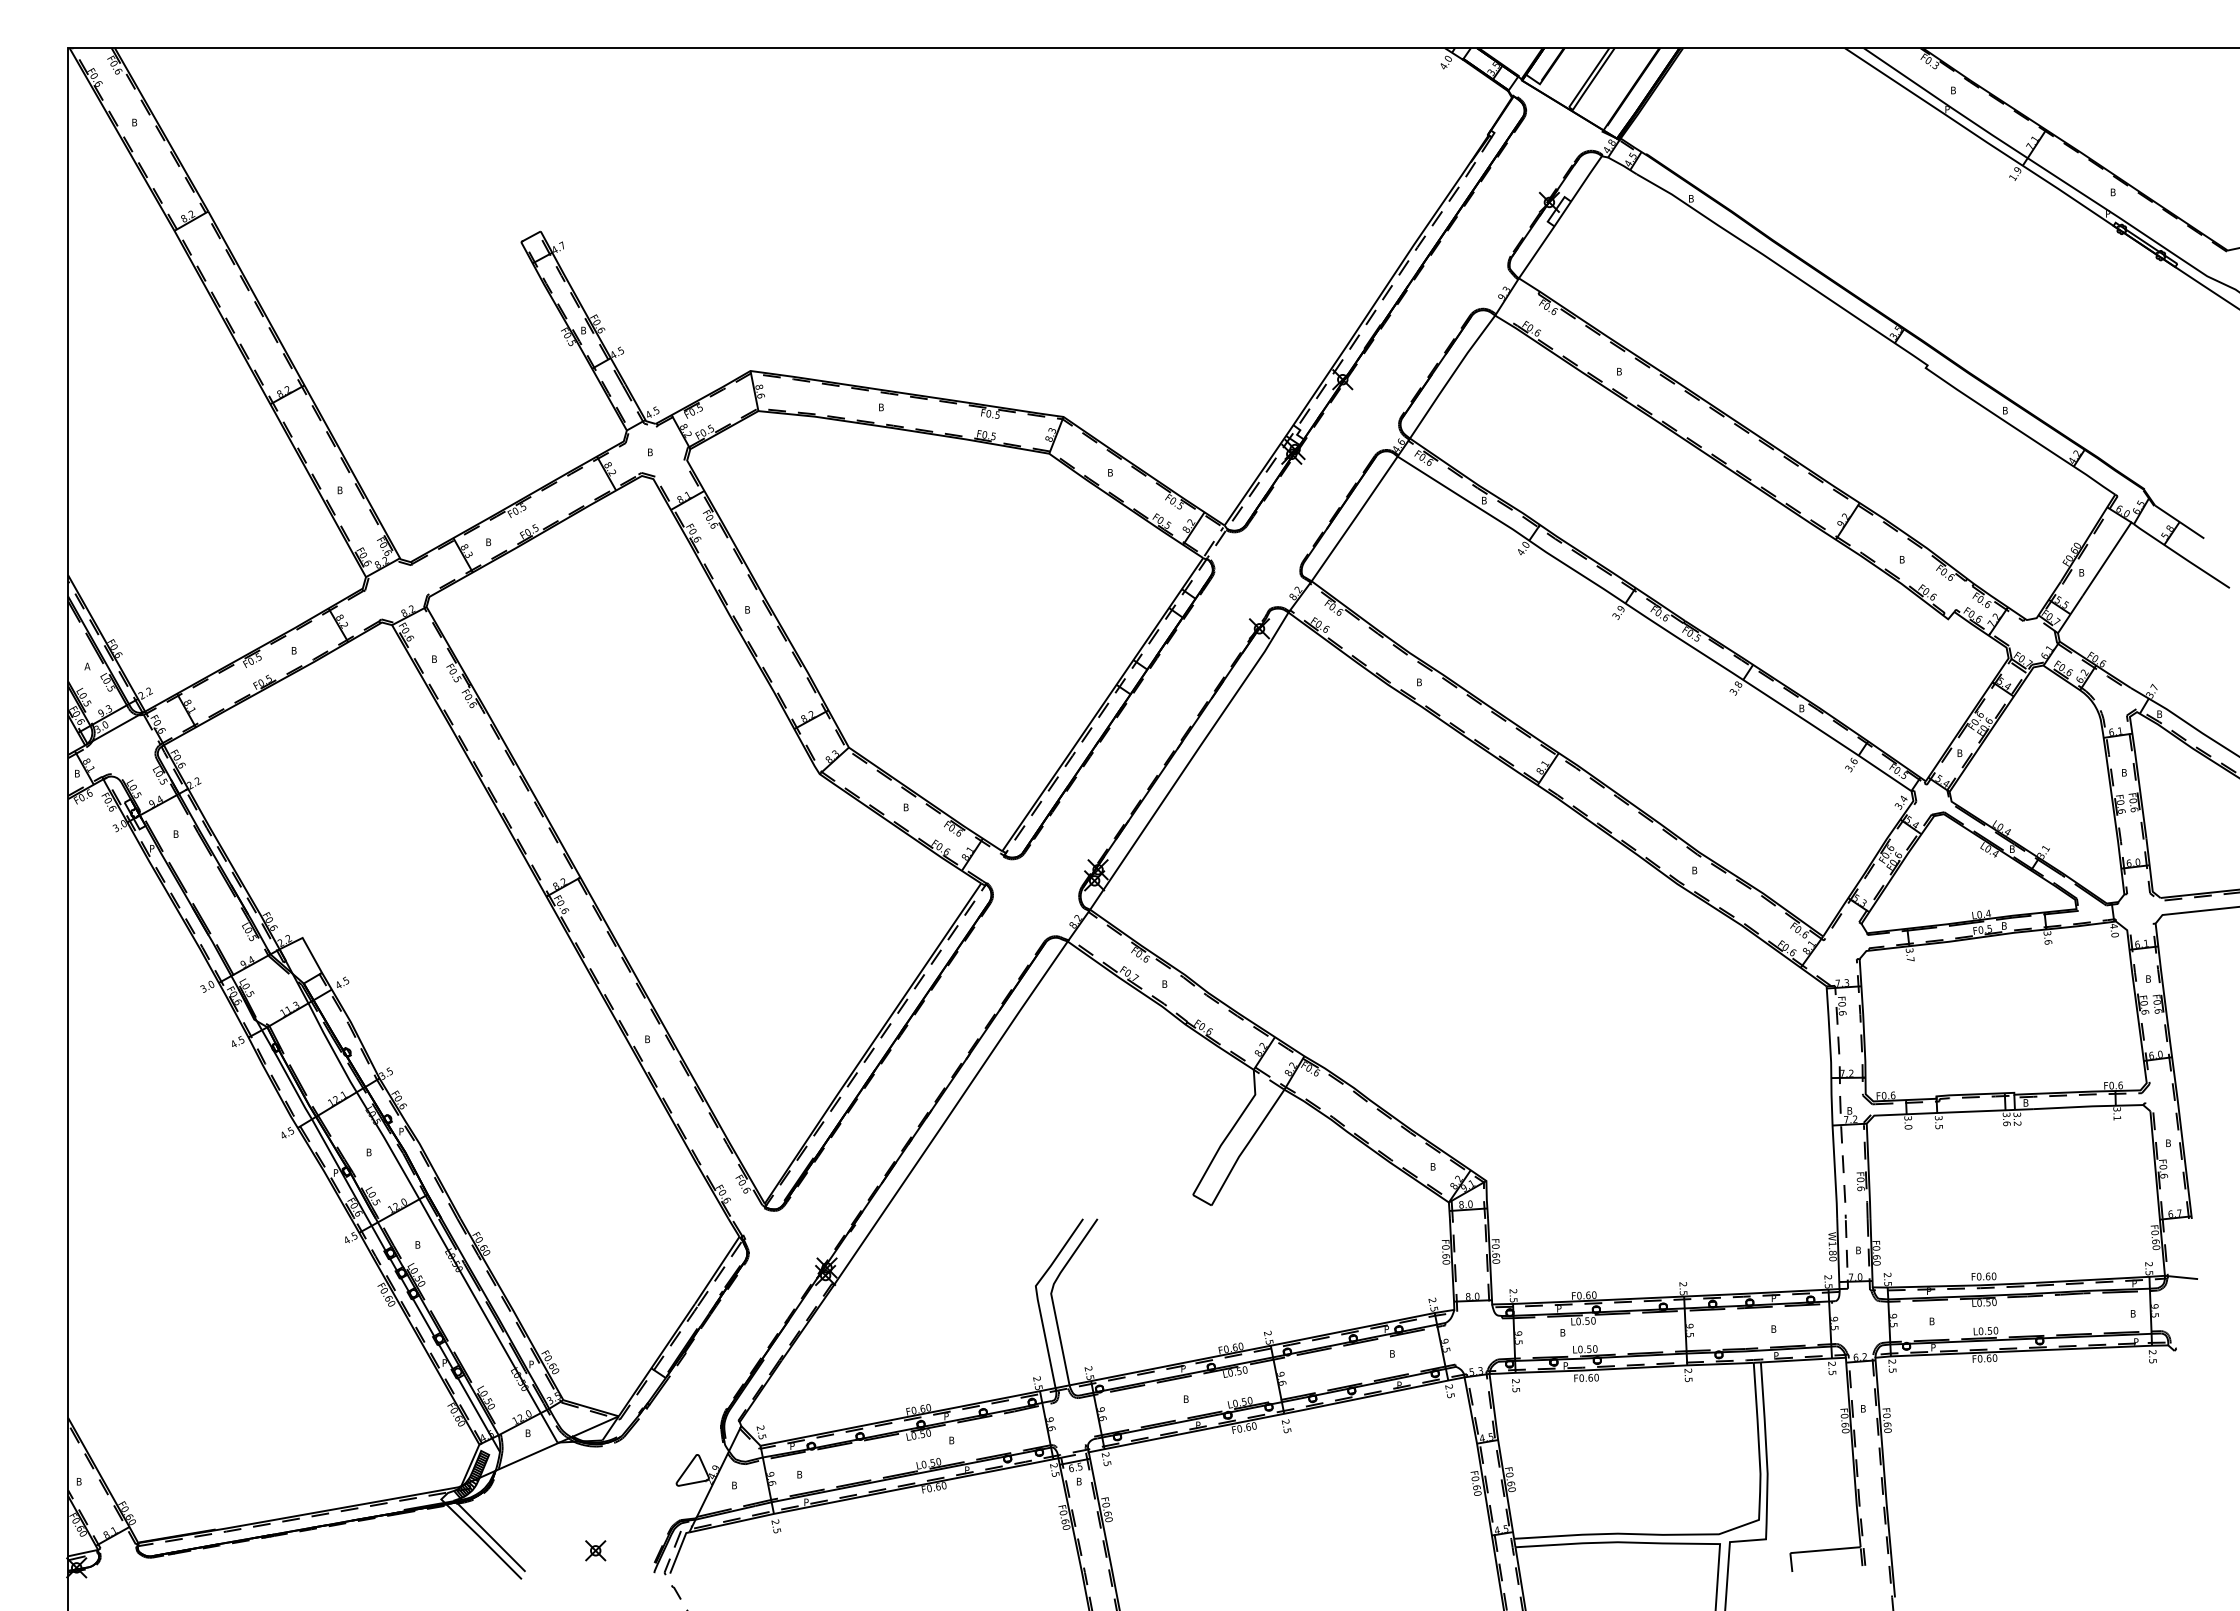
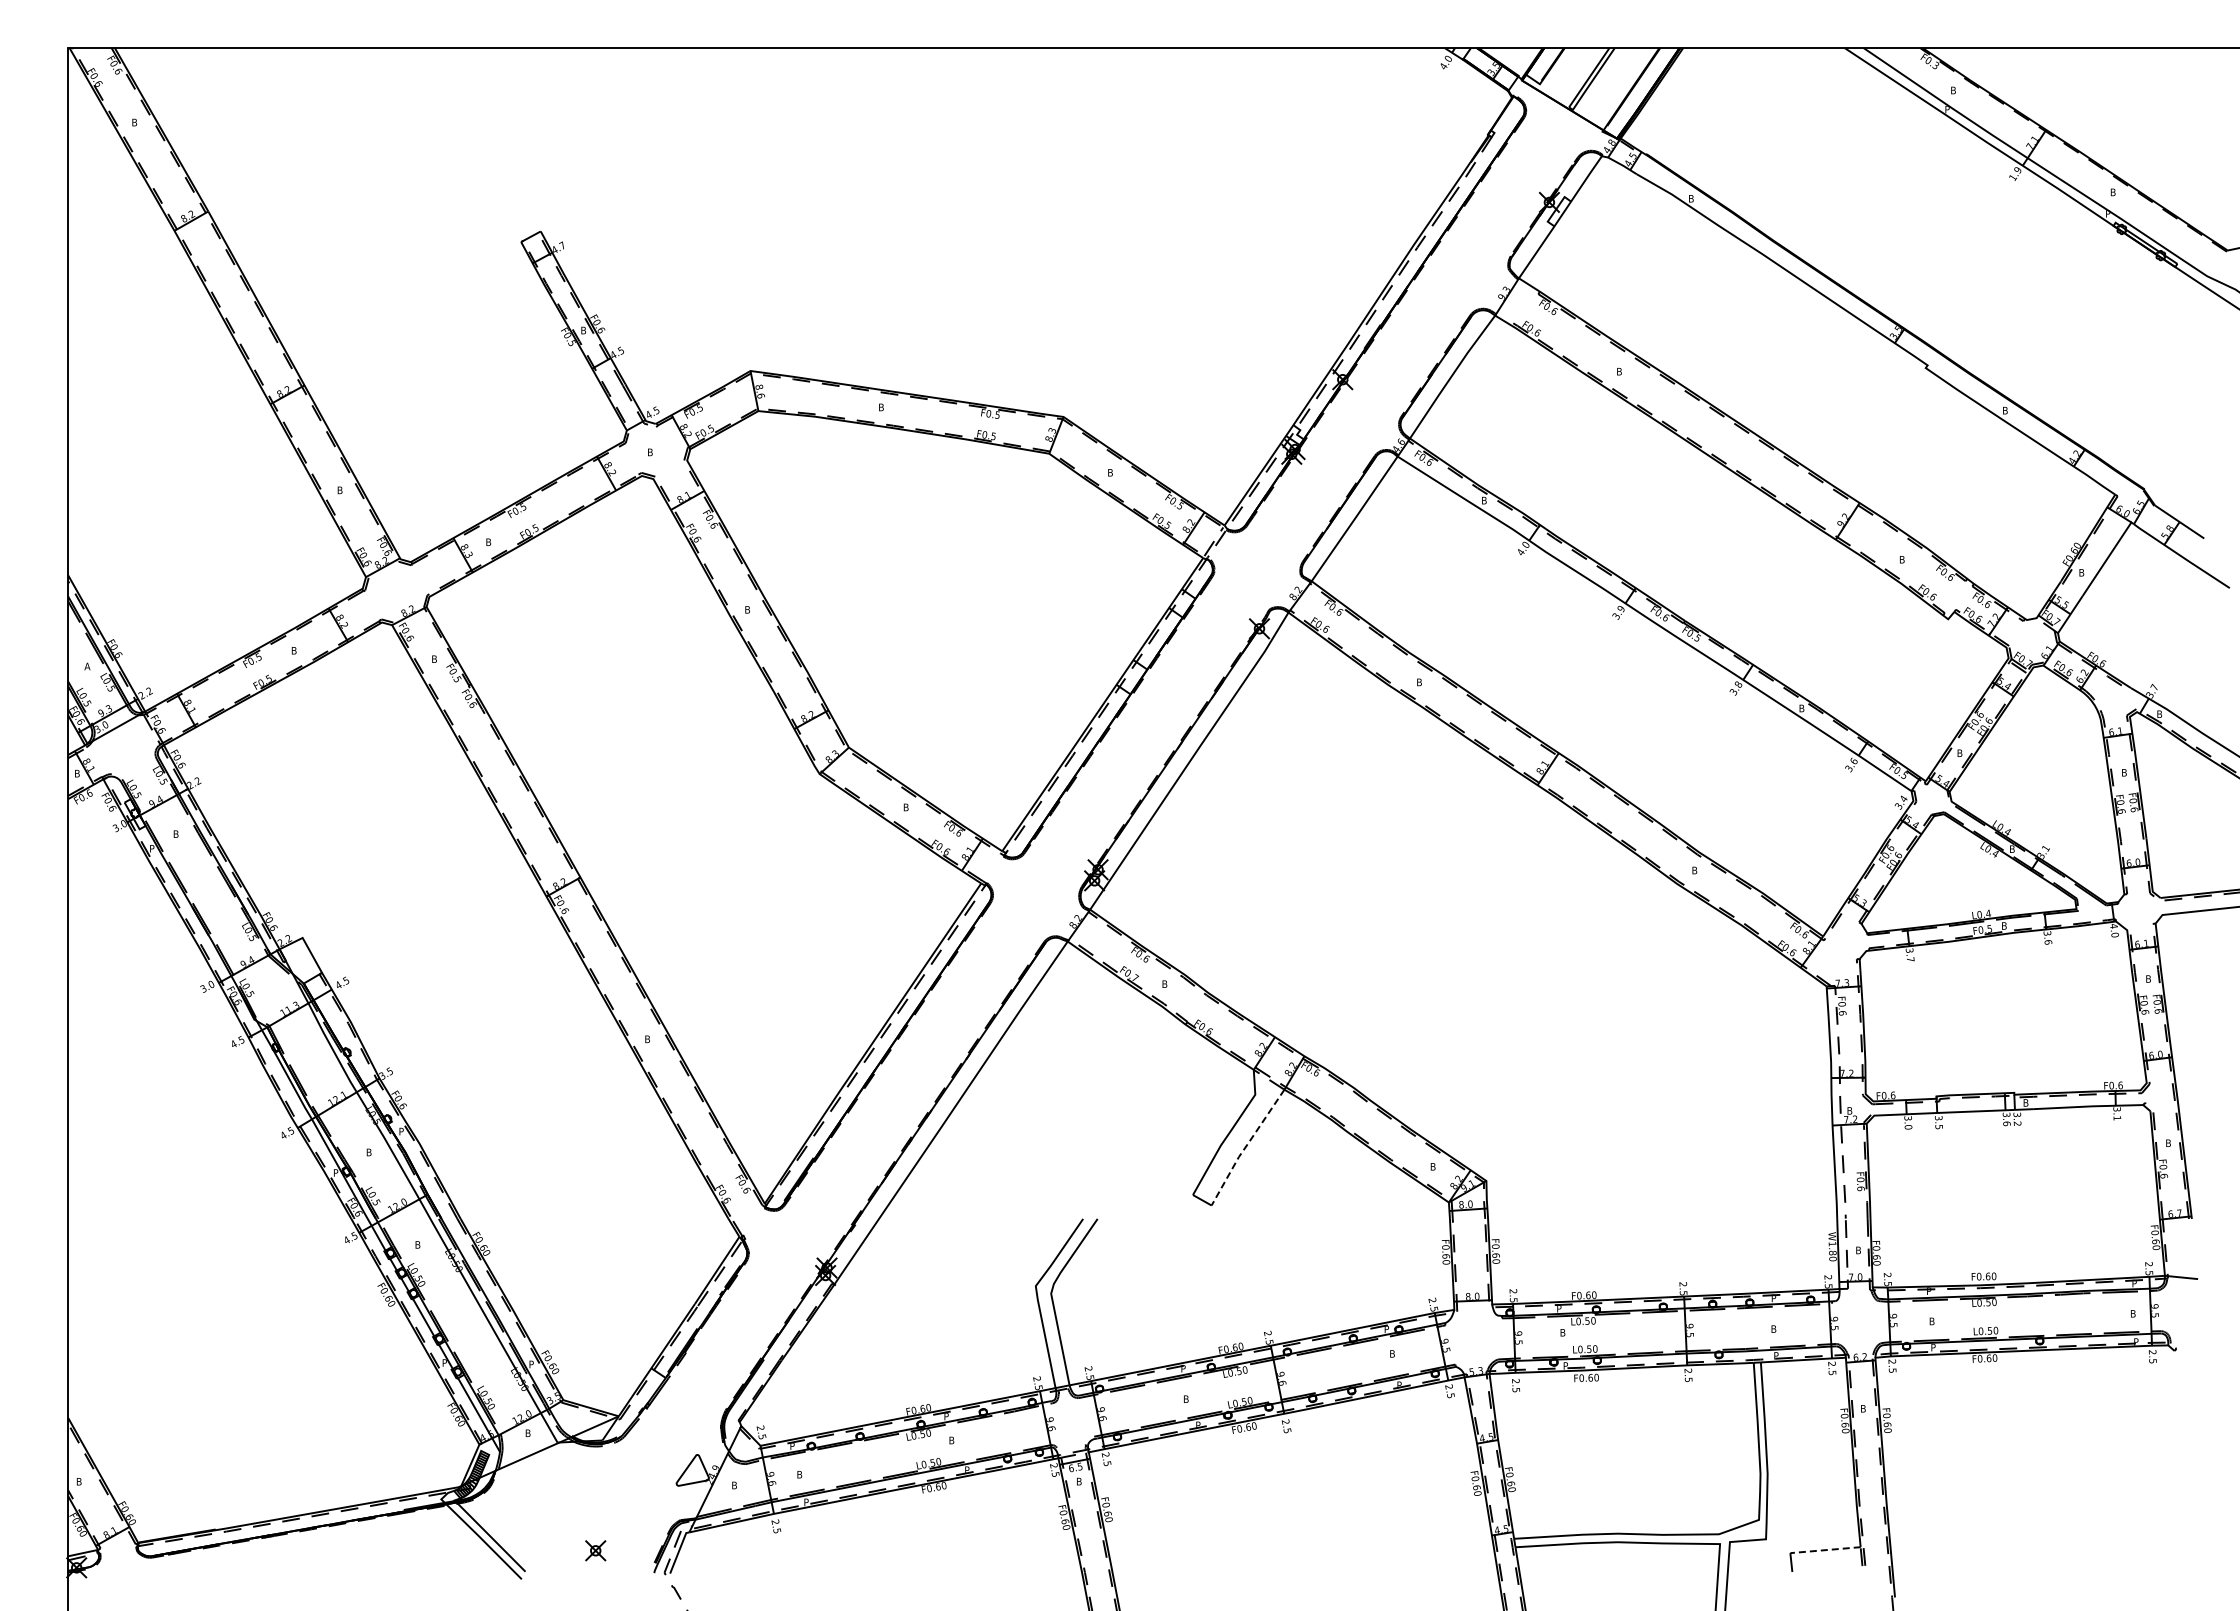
line at (1246, 1146): solid -> dashed
line at (1825, 1550): solid -> dashed
